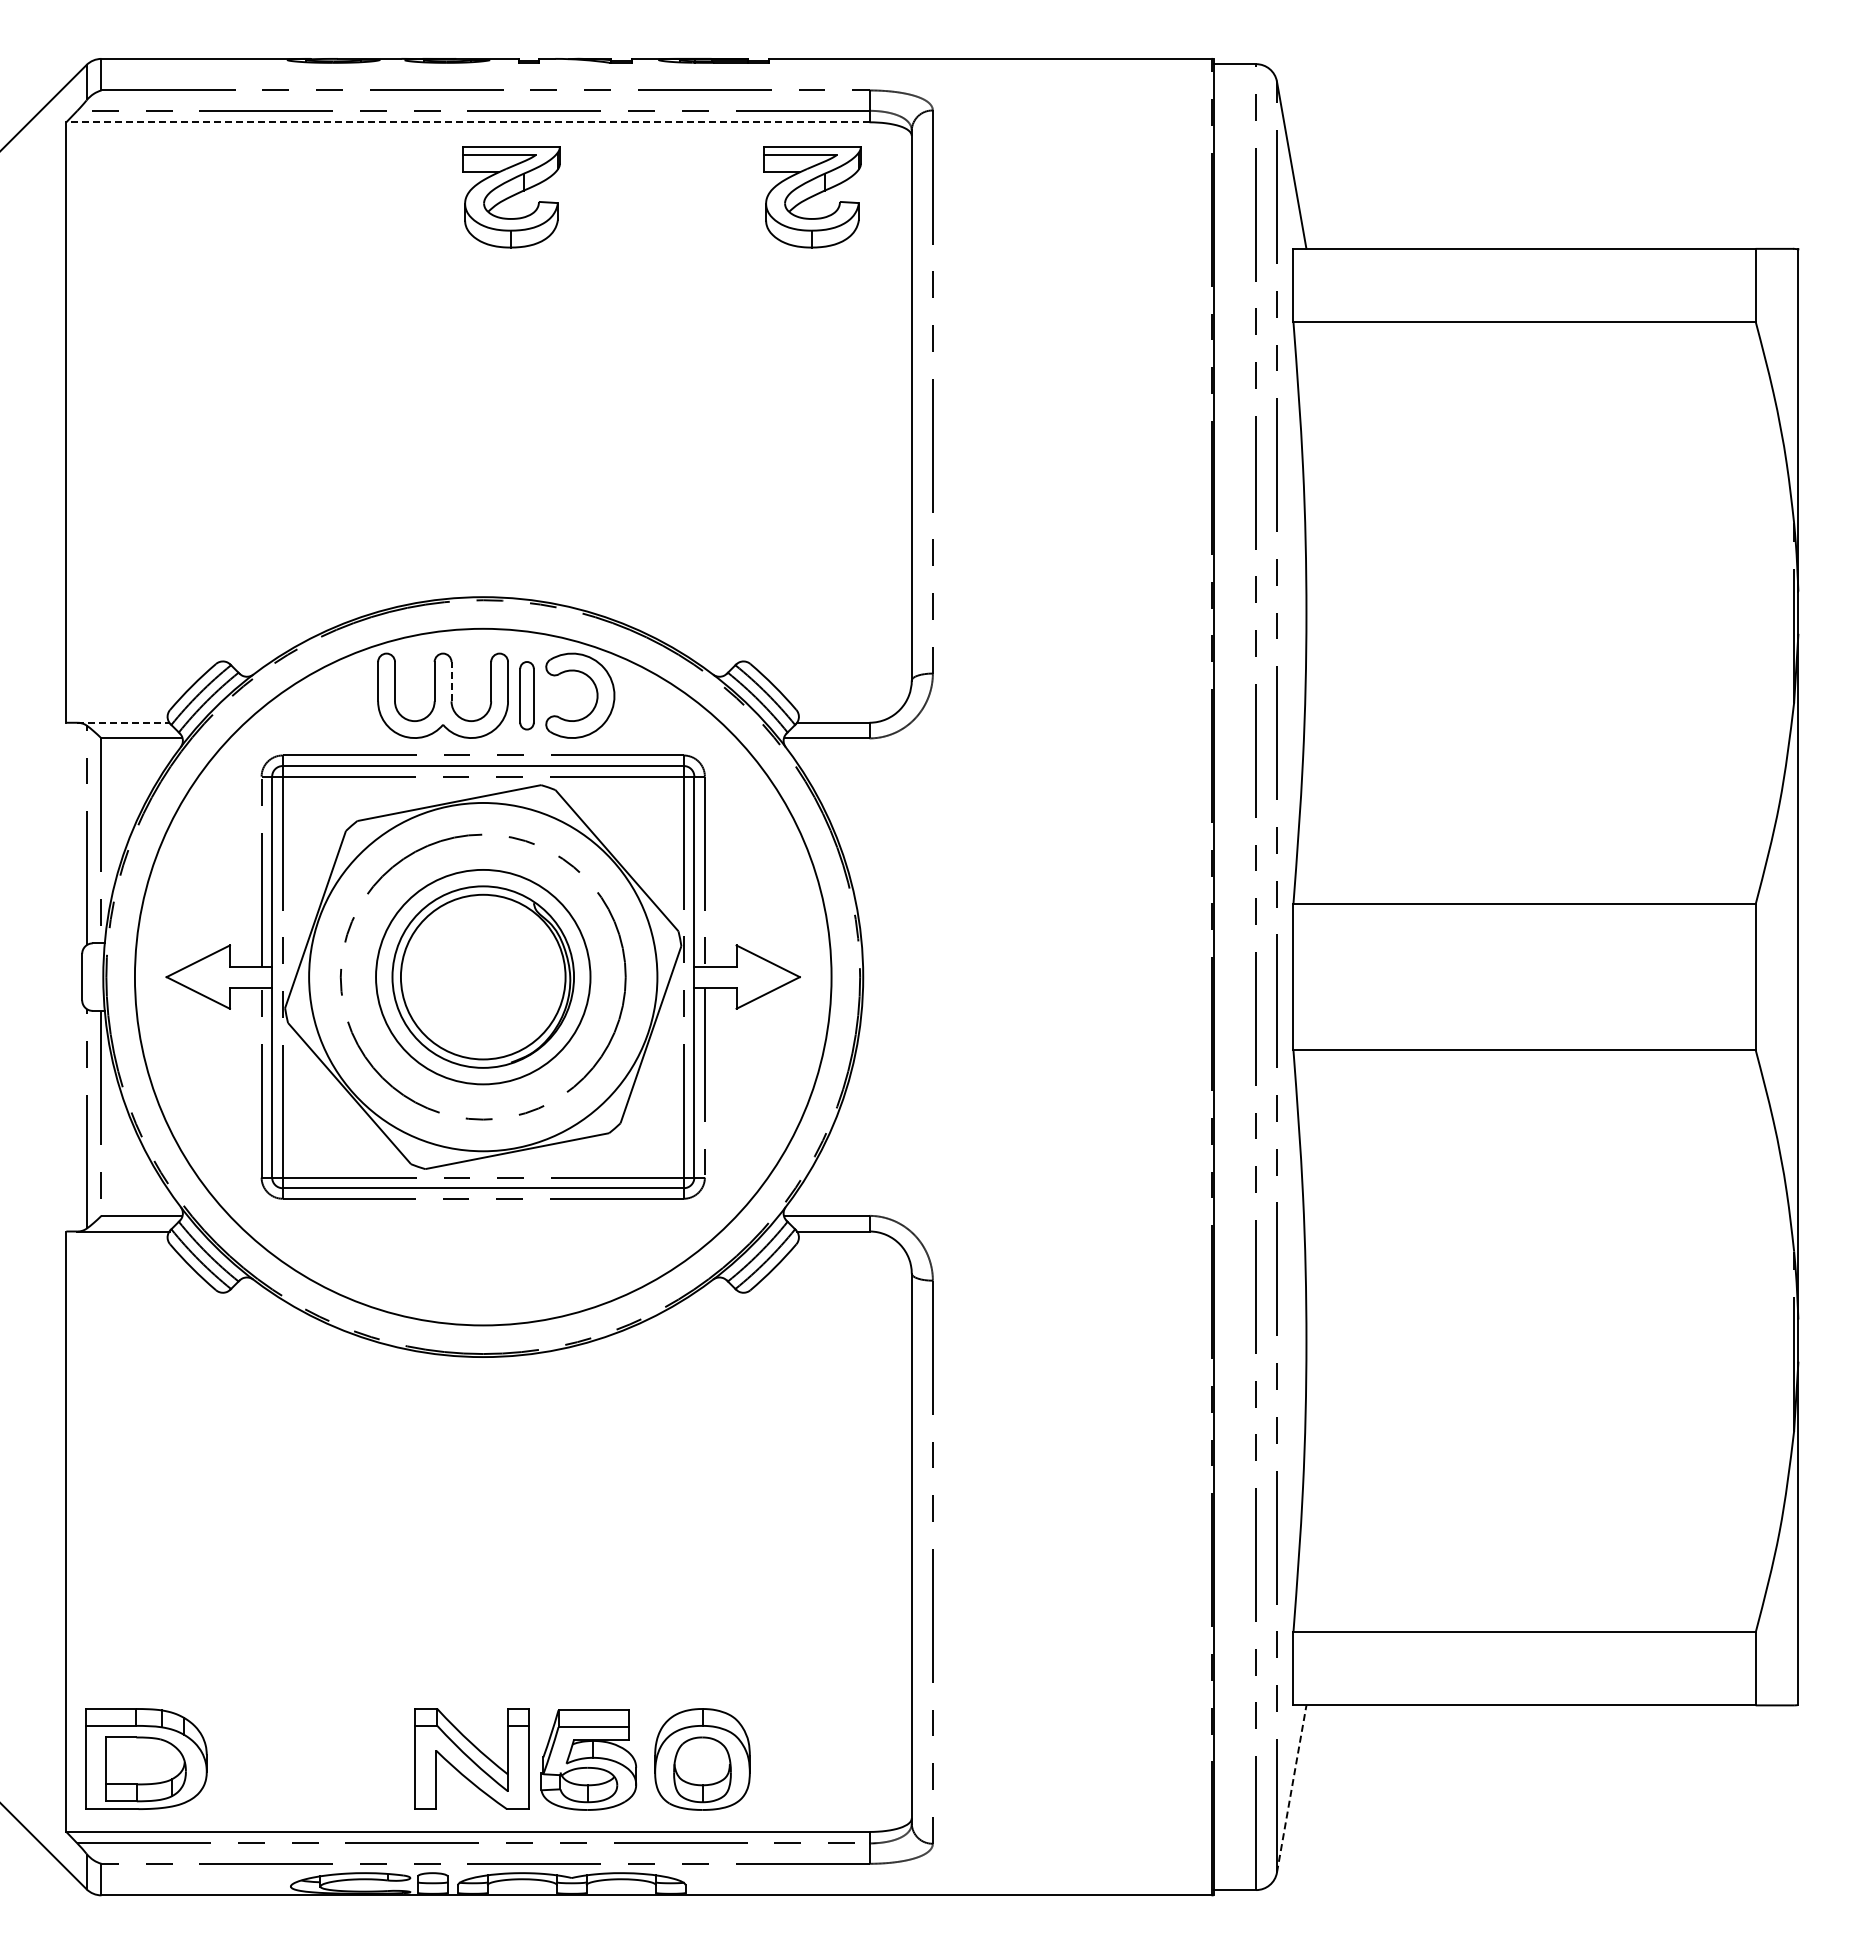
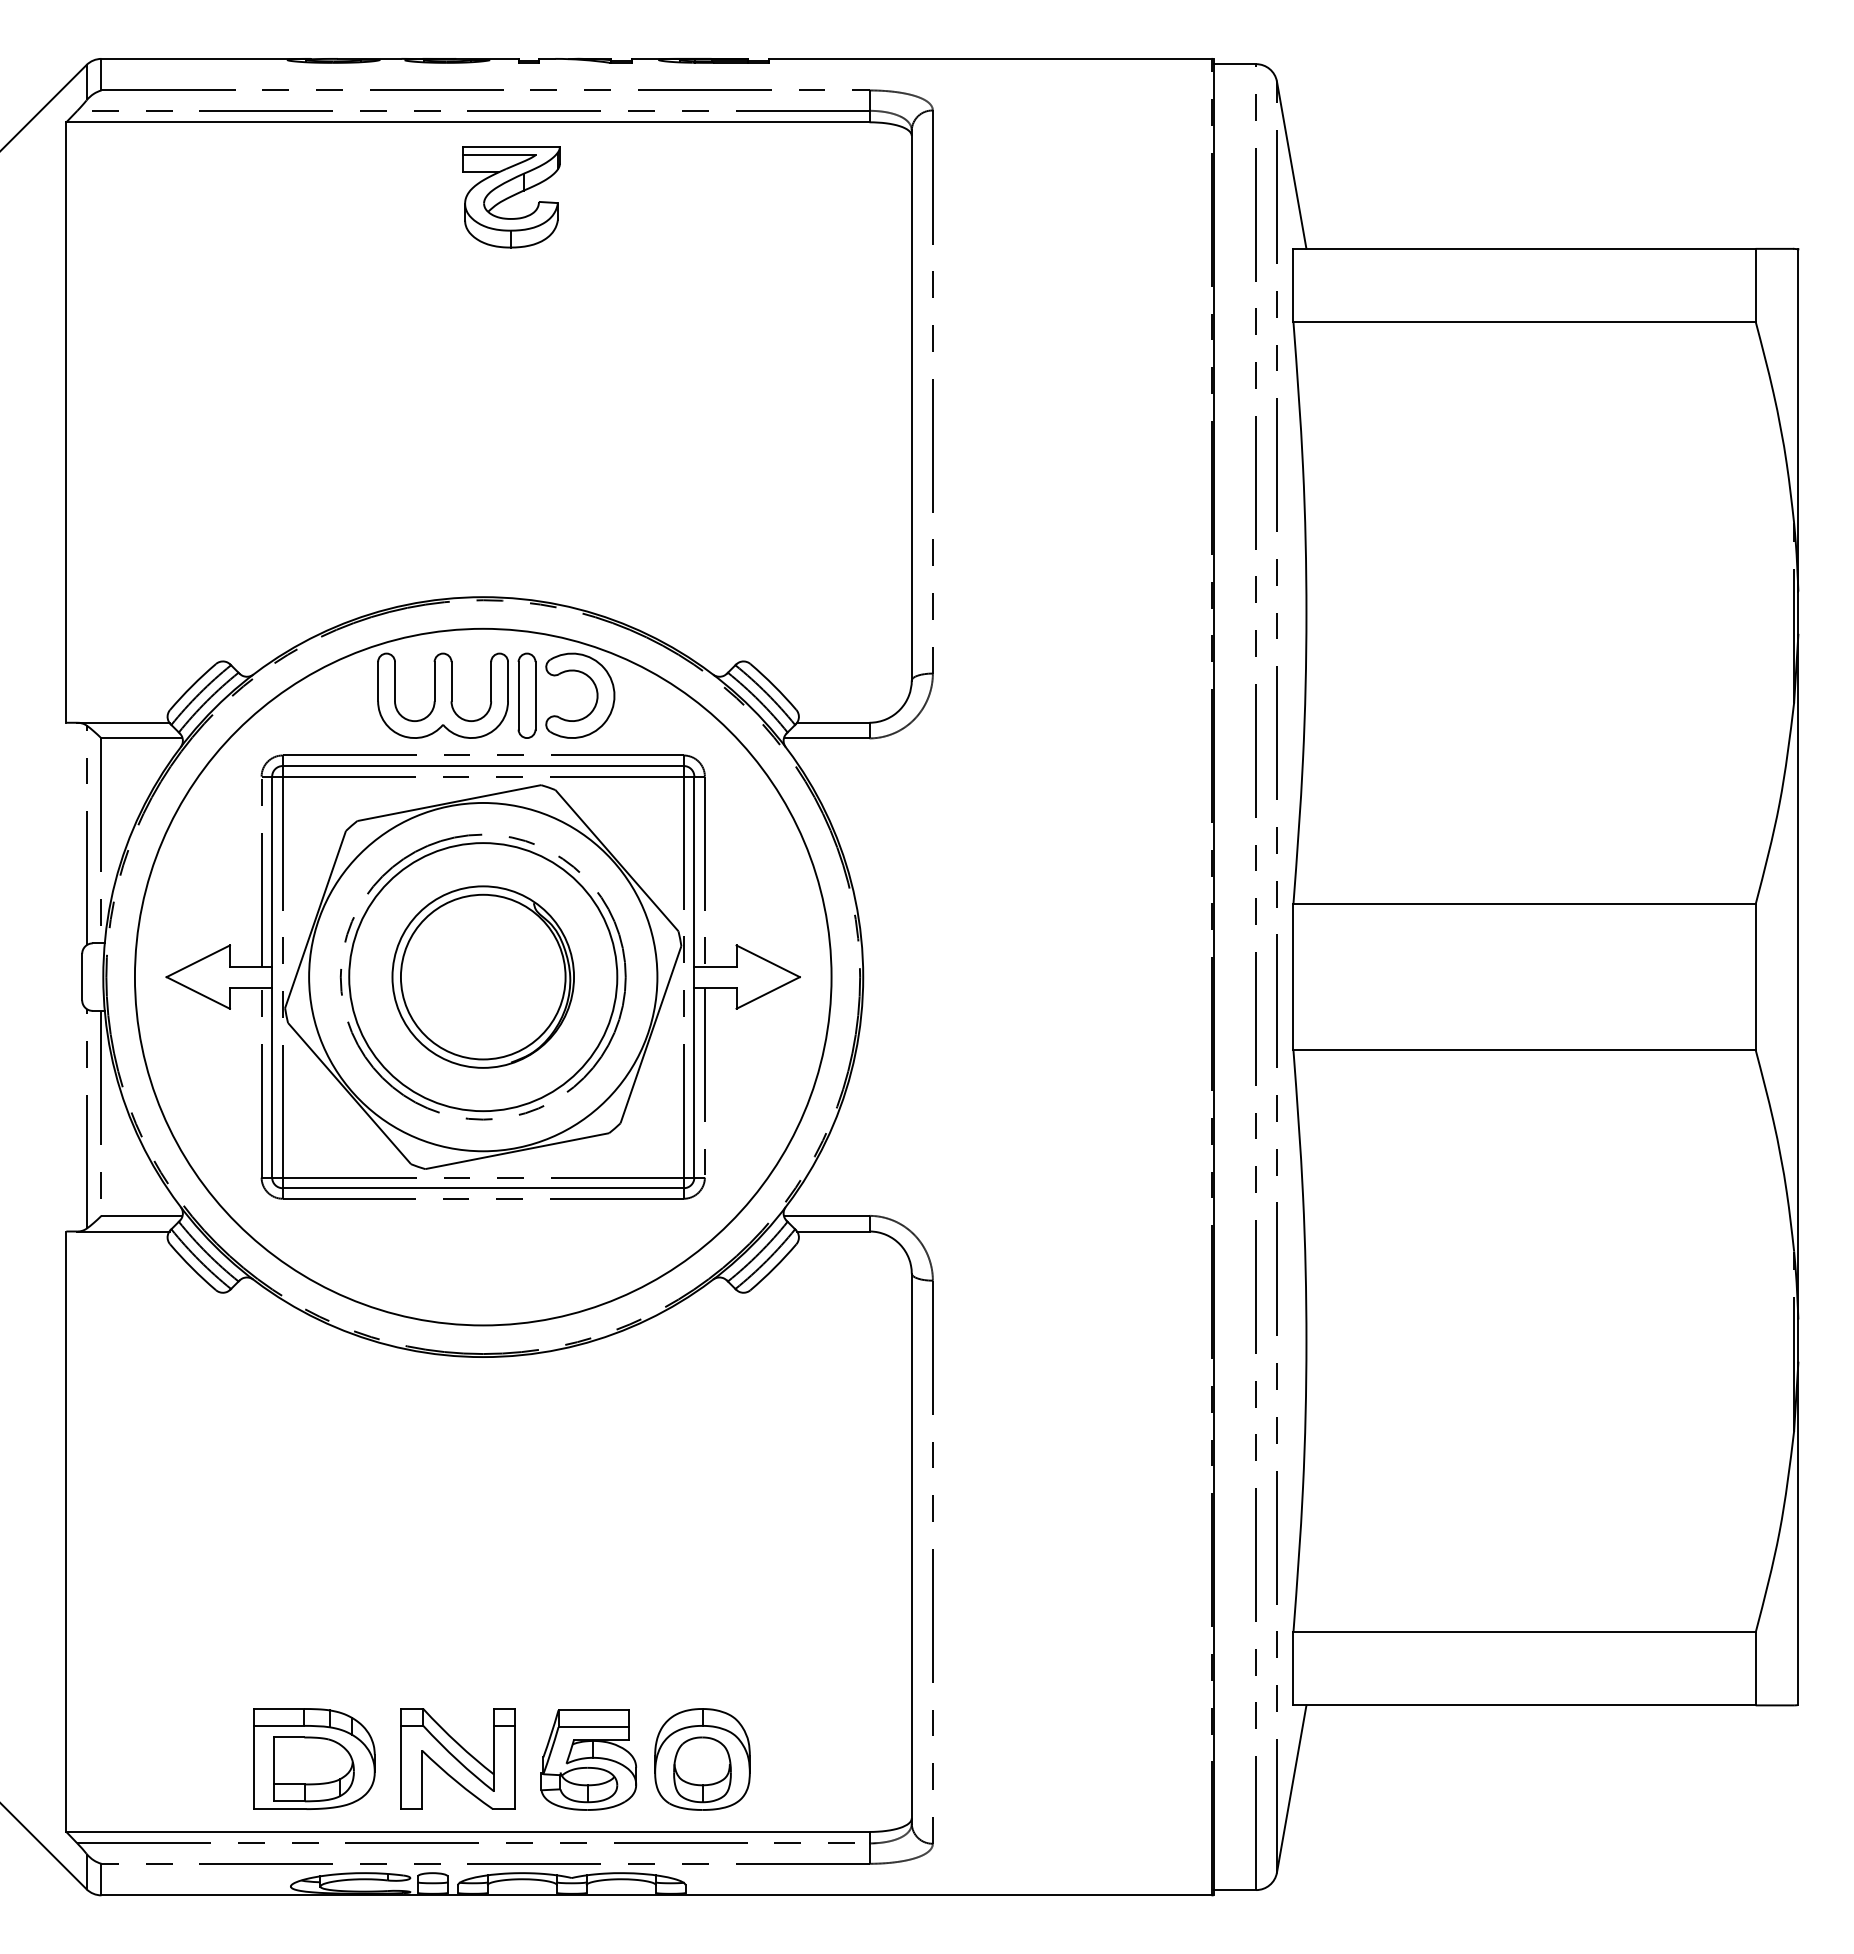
line at (467, 122): dashed -> solid
part at (812, 197): present -> none
line at (451, 681): dashed -> solid
part at (526, 695) size: 16x70 px -> 20x87 px
line at (123, 722): dashed -> solid
circle at (483, 976) diameter: 214 px -> 268 px
part at (146, 1758) position: (146, 1758) -> (314, 1758)
part at (471, 1758) position: (471, 1758) -> (457, 1758)
line at (1291, 1789): dashed -> solid
